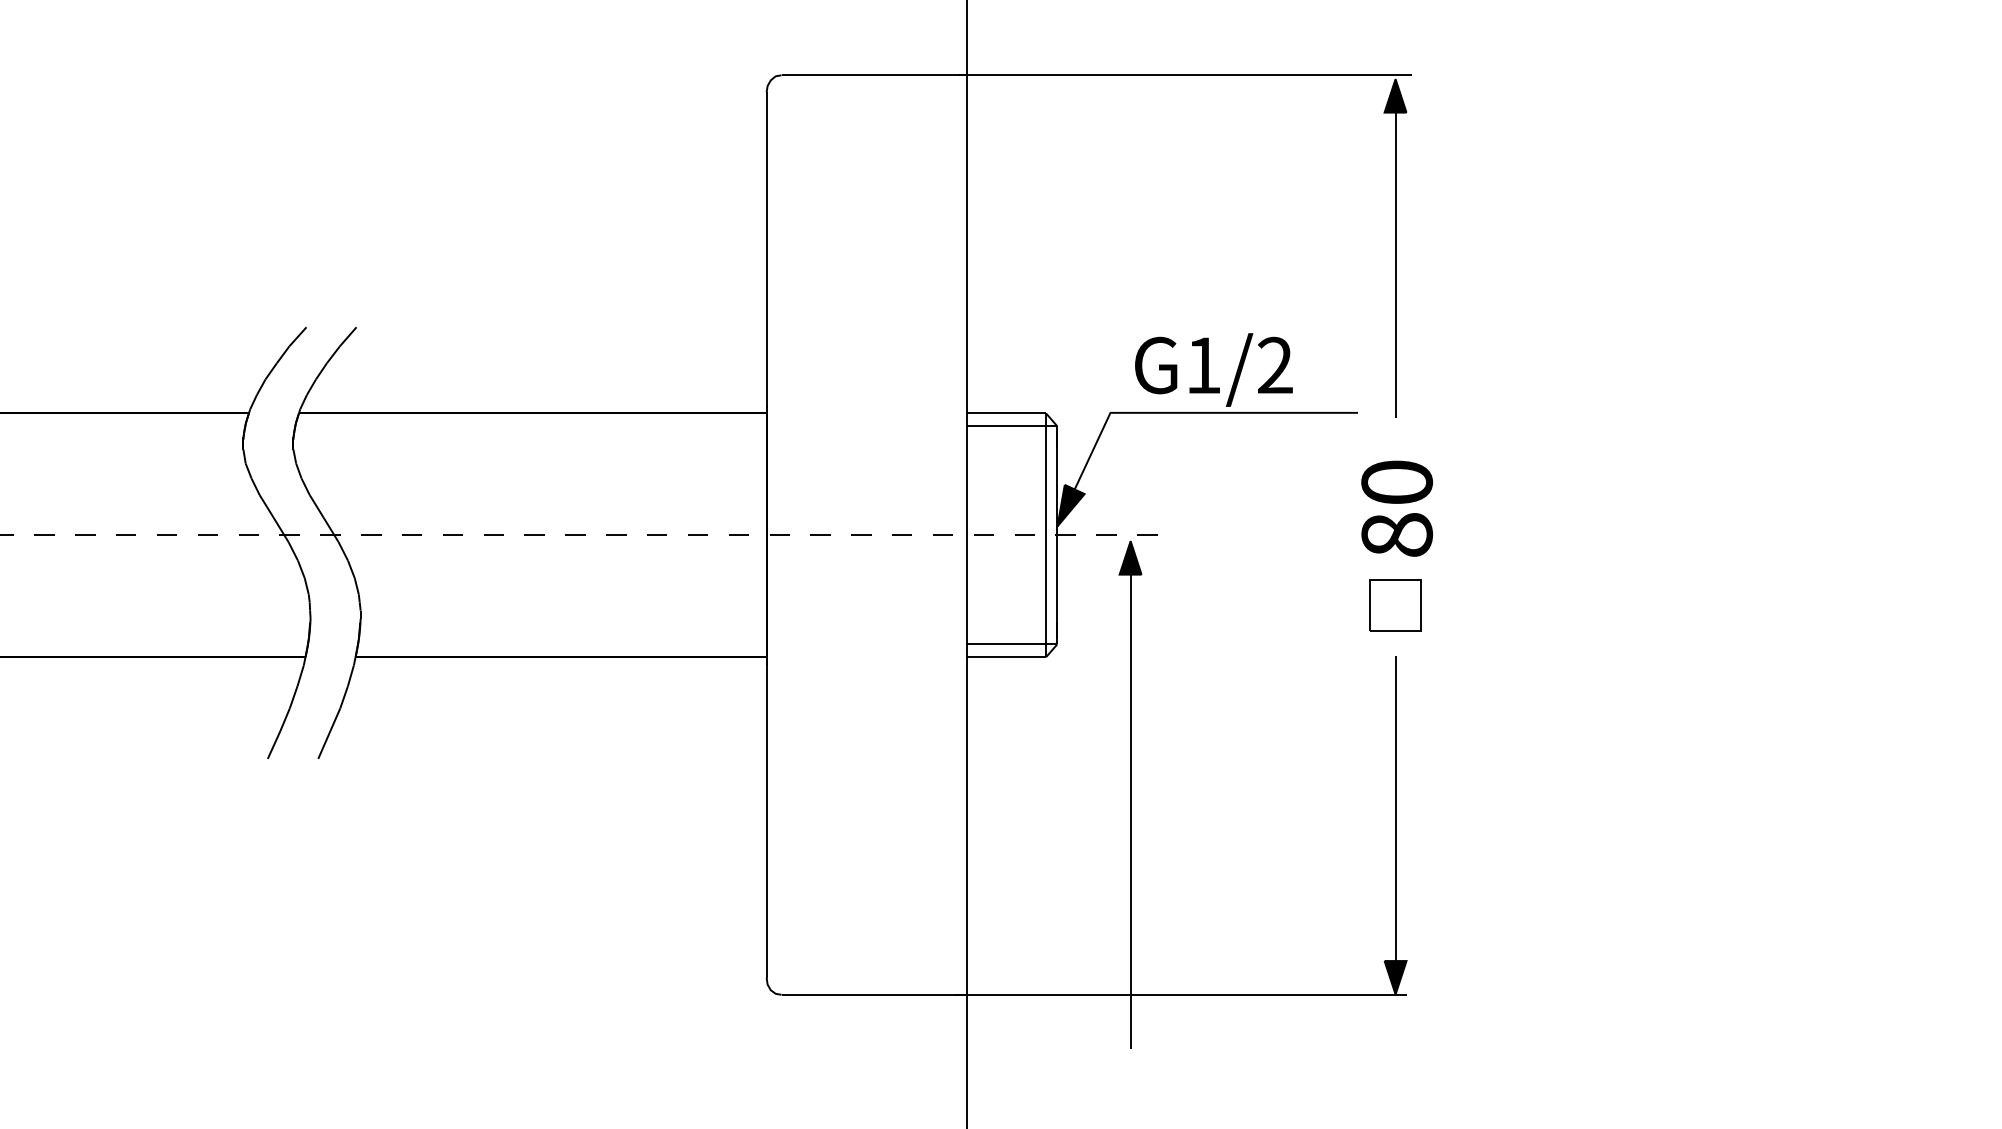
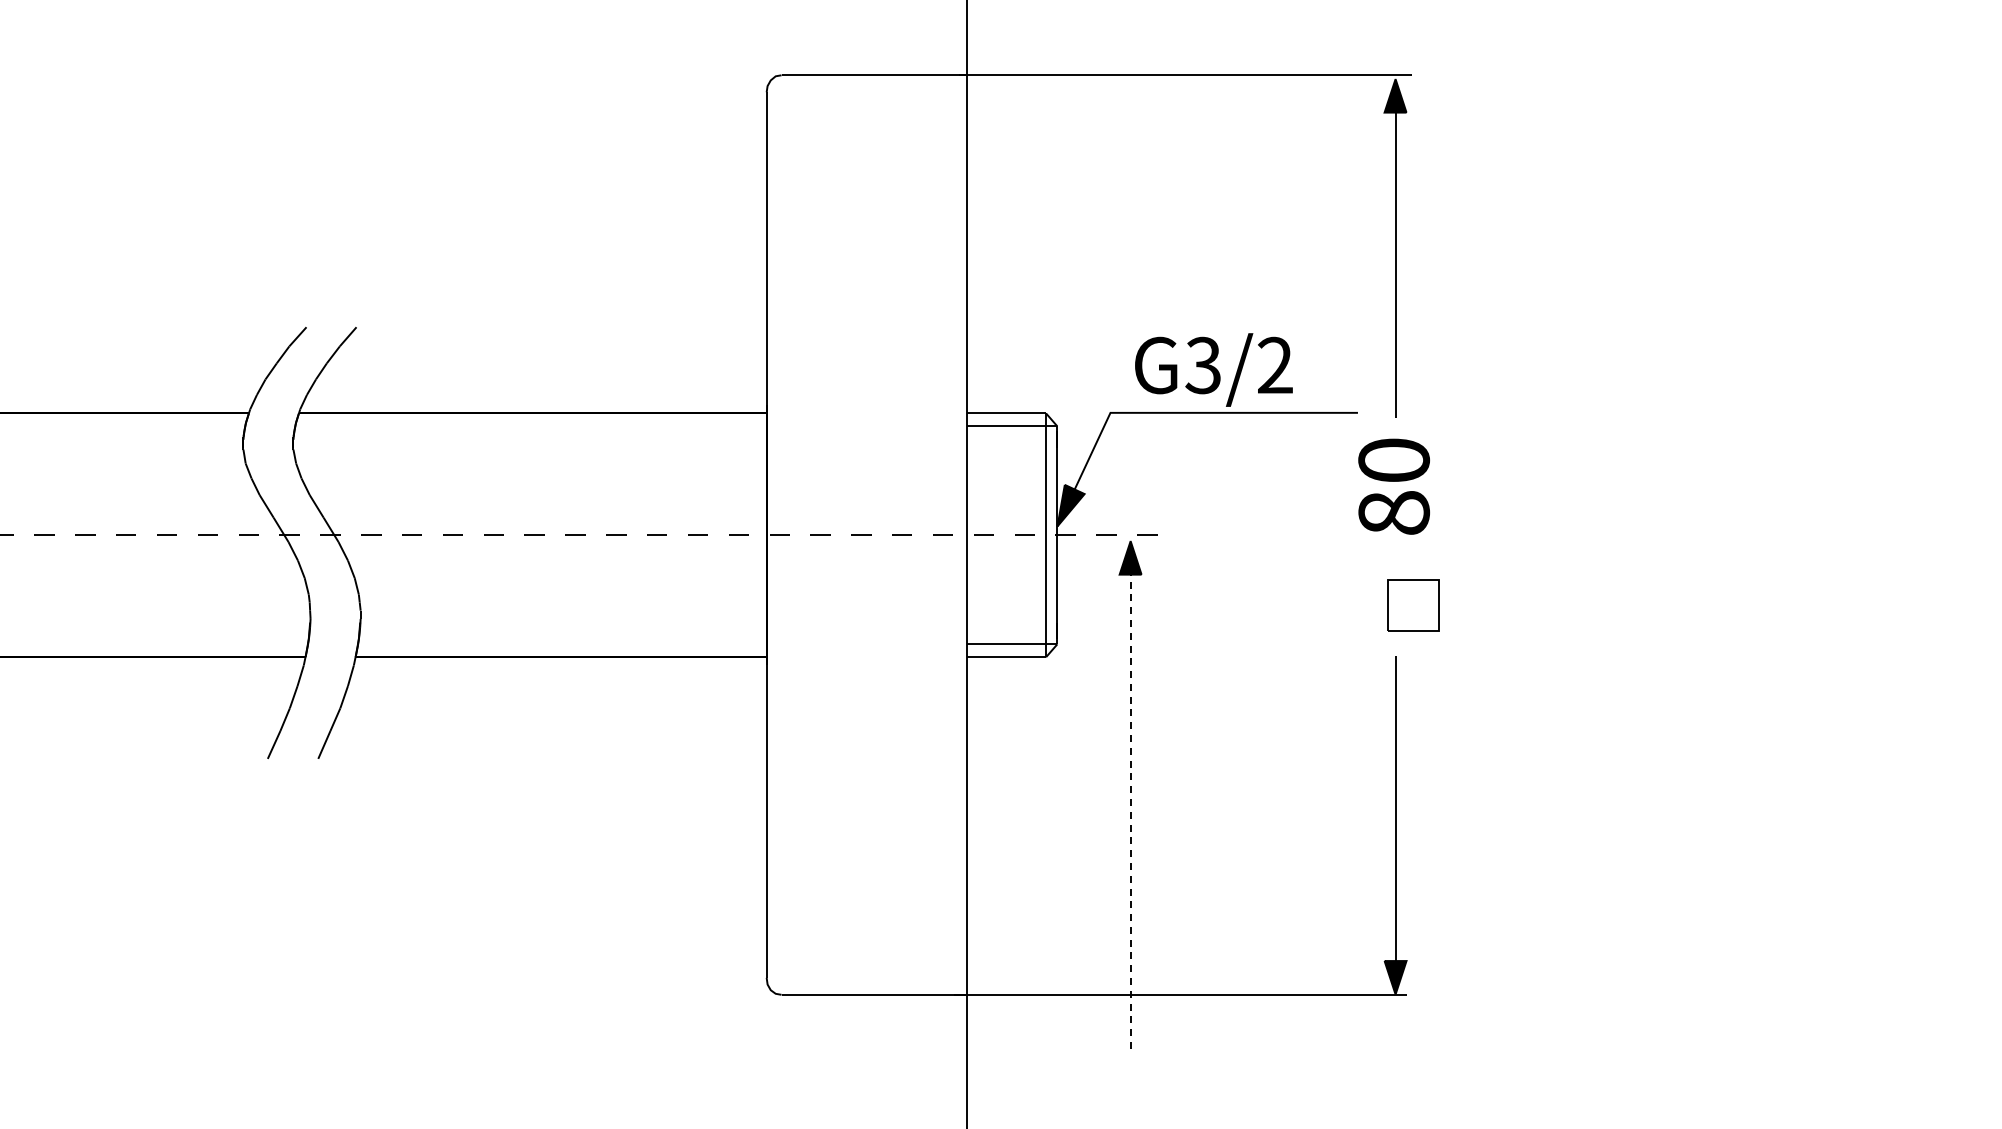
text at (1202, 365): G1/2 -> G3/2
text at (1396, 508) position: (1396, 508) -> (1393, 486)
part at (1395, 605) position: (1395, 605) -> (1413, 605)
line at (1130, 809): solid -> dashed
